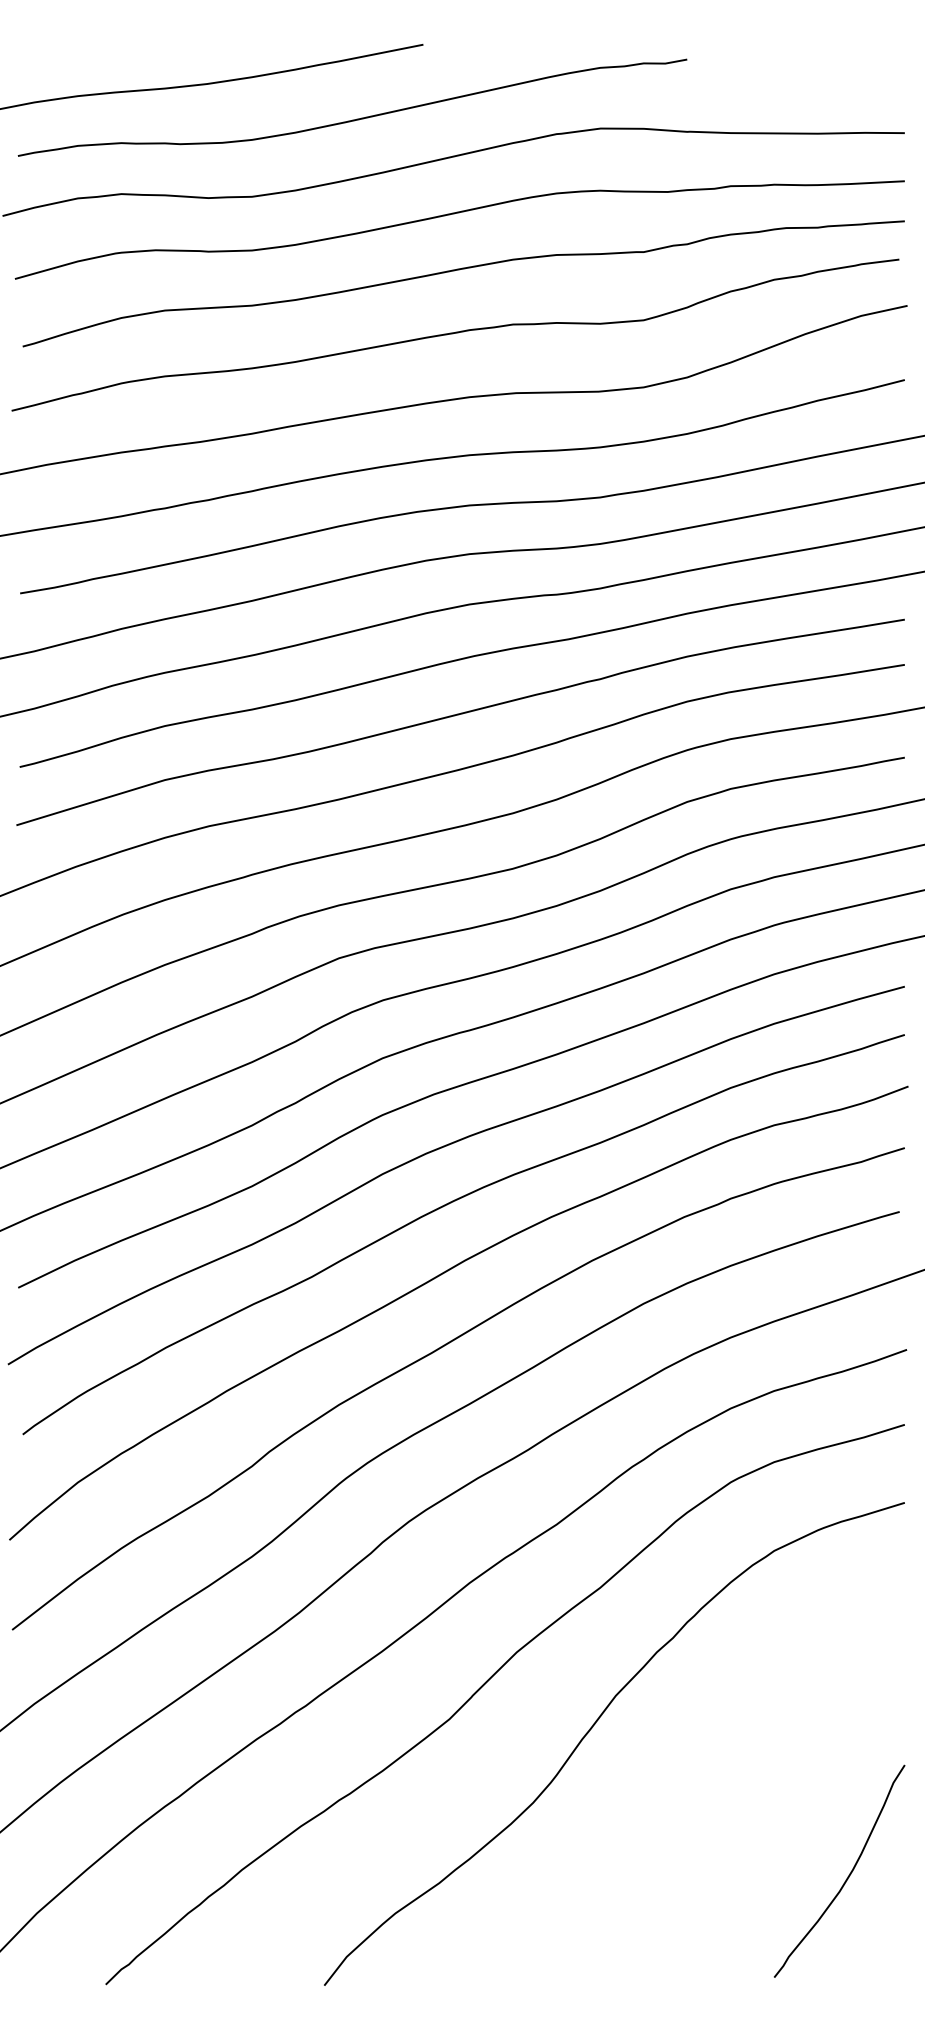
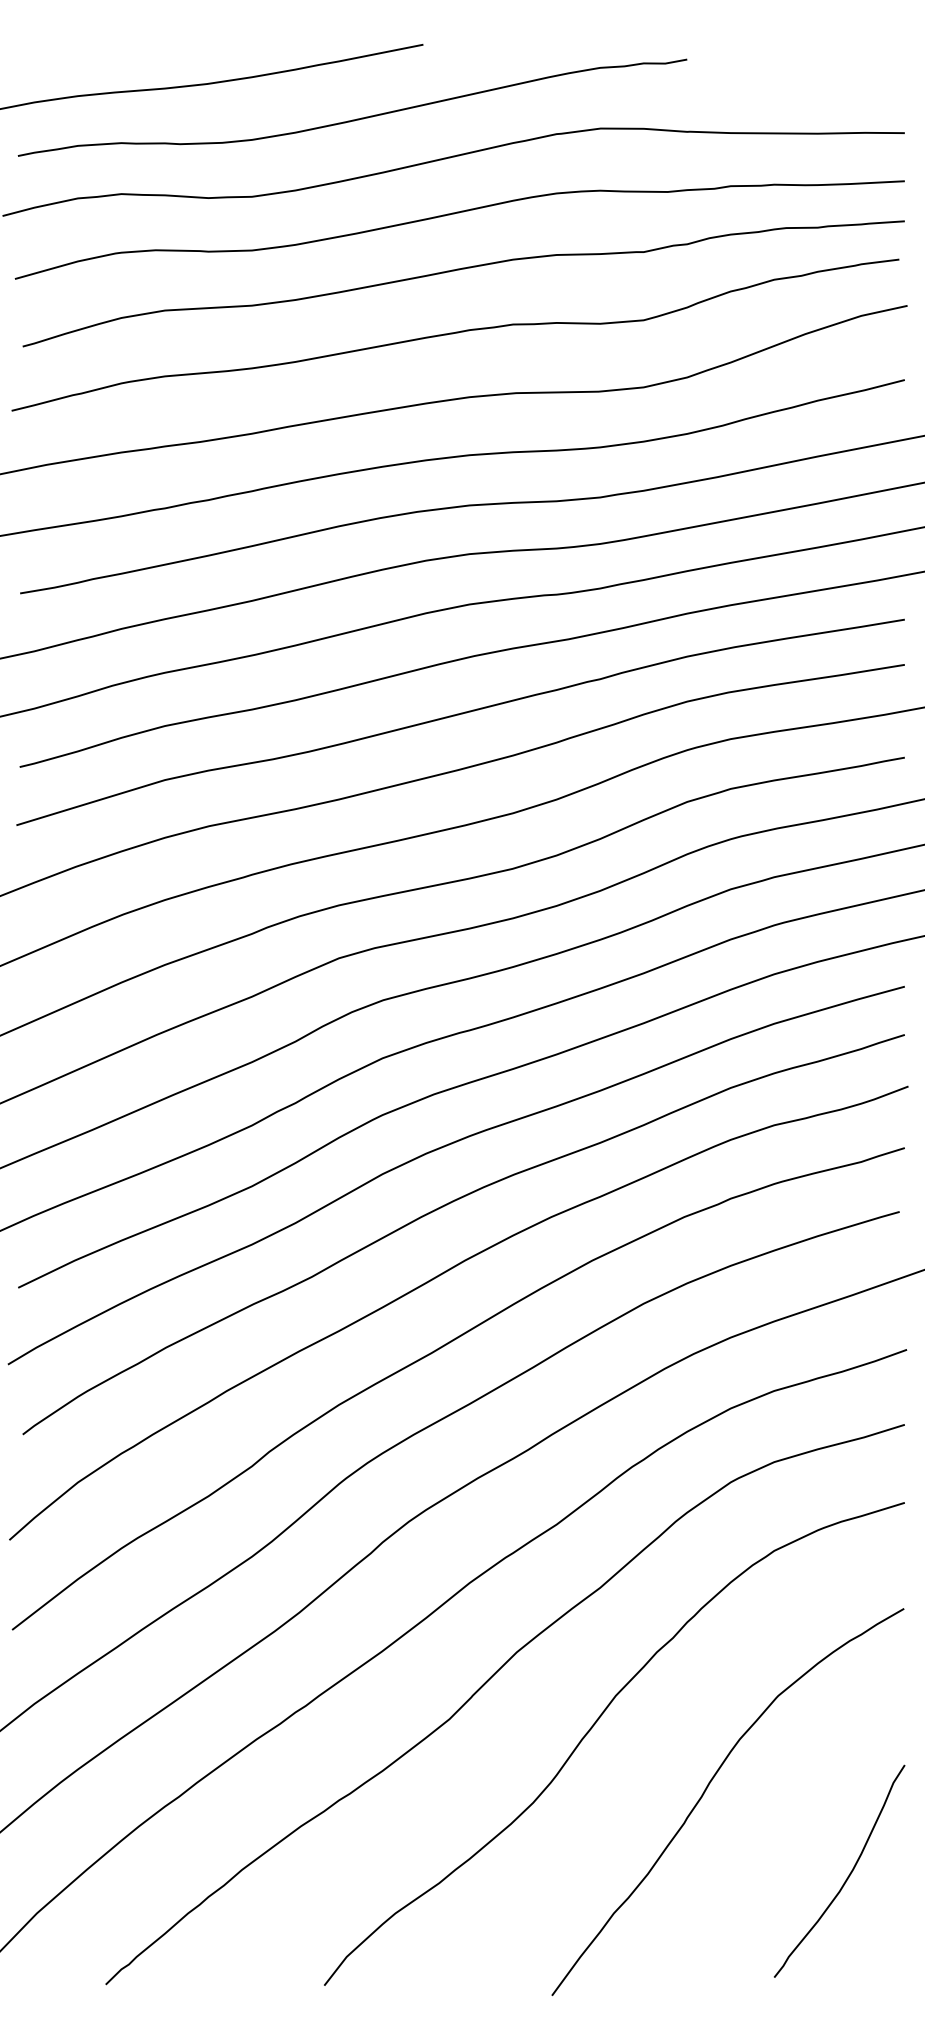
curve at (706, 1790): none -> present
